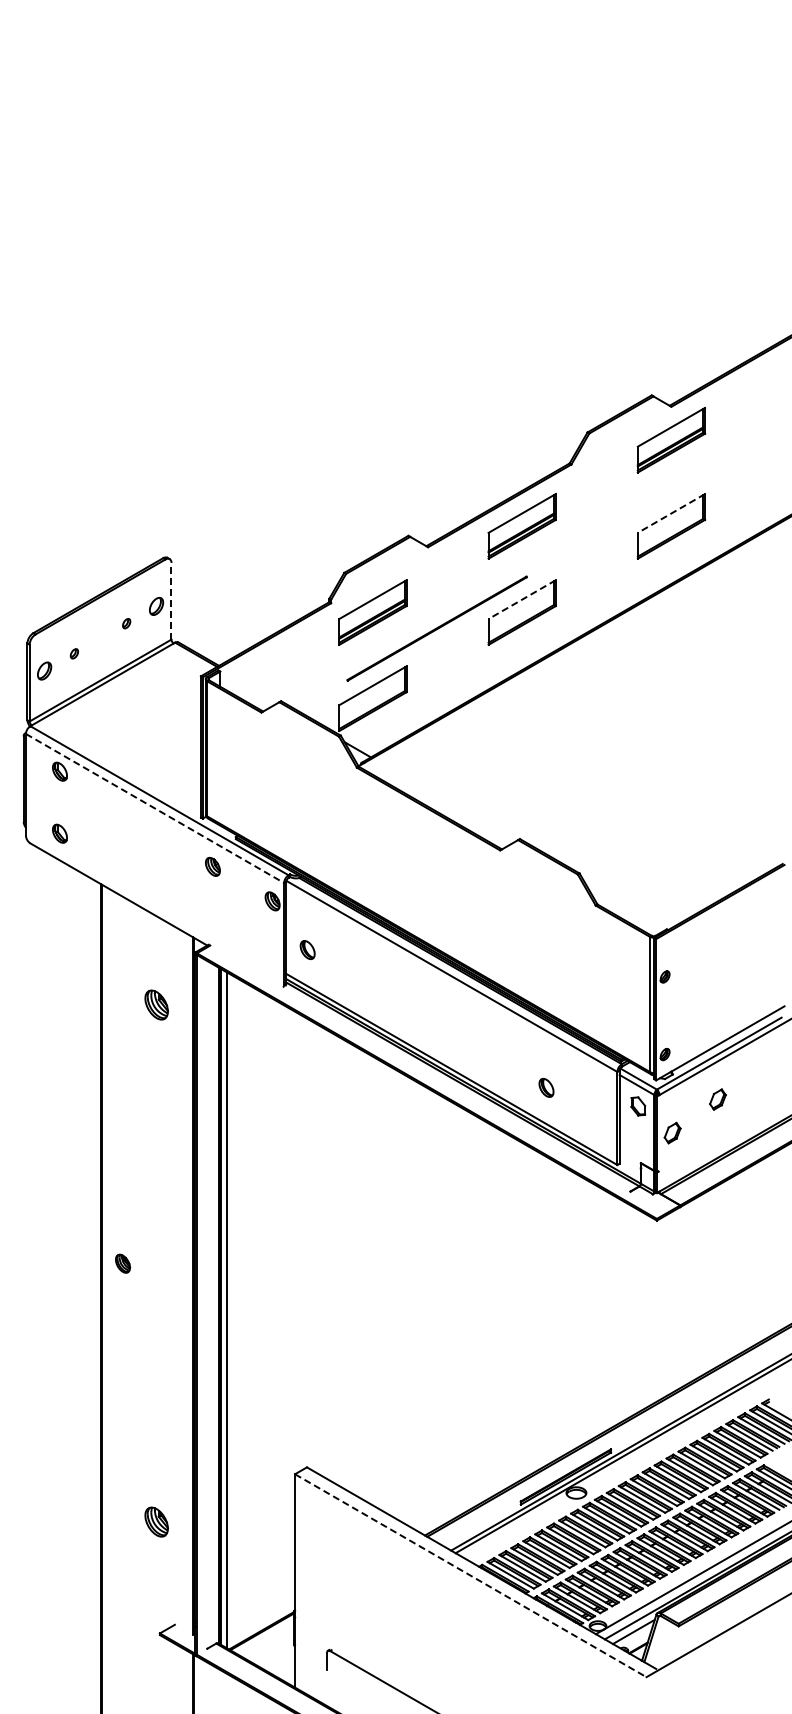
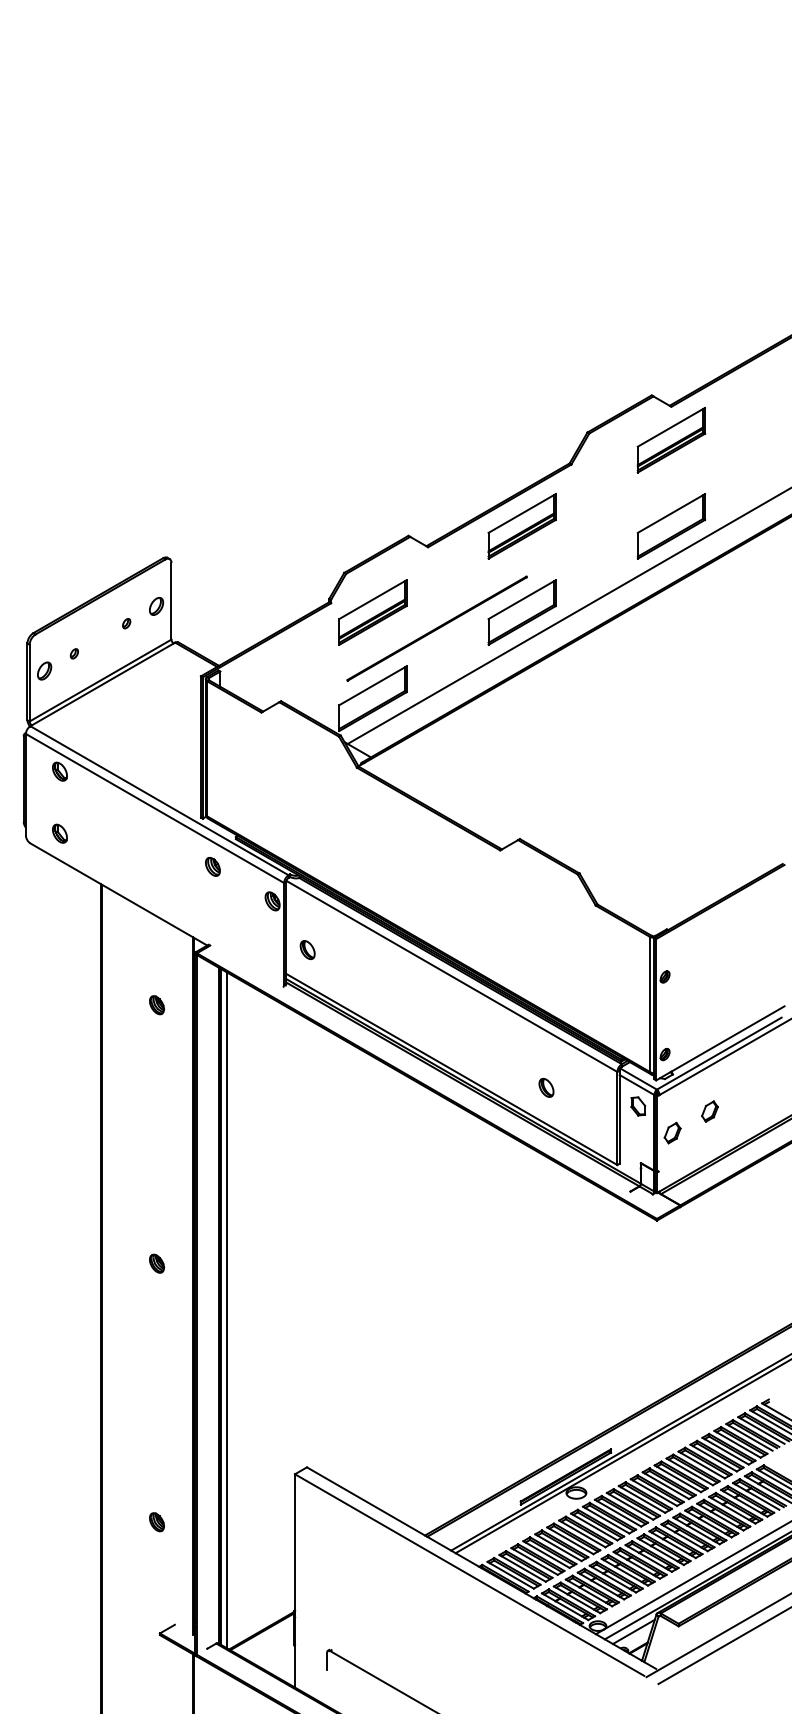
line at (671, 513): dashed -> solid
line at (522, 599): dashed -> solid
line at (171, 600): dashed -> solid
line at (567, 616): none -> present
line at (155, 808): dashed -> solid
part at (156, 1004) size: 25x32 px -> 17x21 px
part at (717, 1099) position: (717, 1099) -> (709, 1111)
part at (123, 1263) position: (123, 1263) -> (157, 1263)
part at (156, 1521) size: 26x32 px -> 17x21 px
line at (469, 1575): dashed -> solid
line at (723, 1646): none -> present
